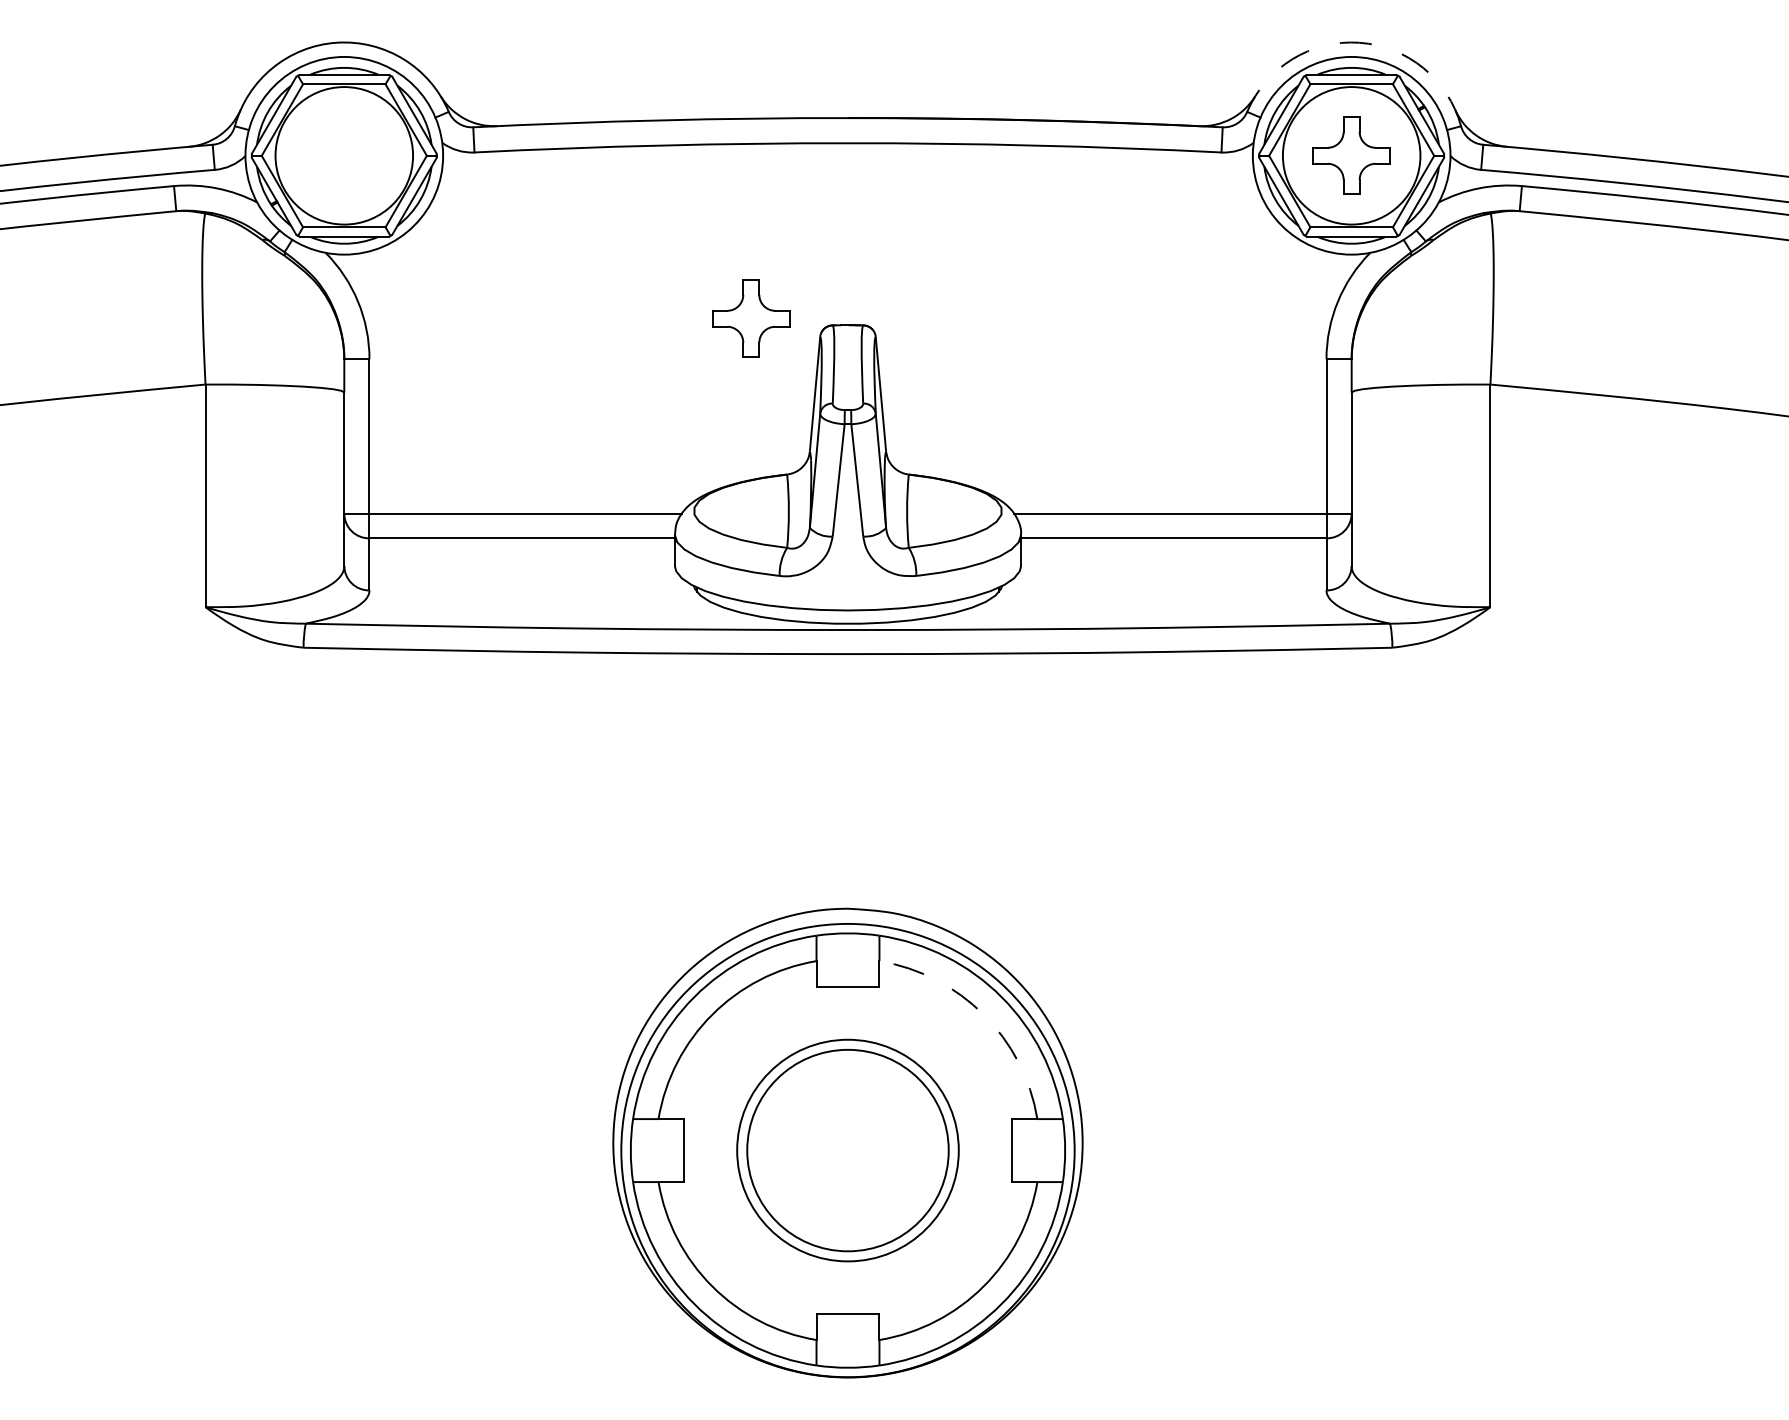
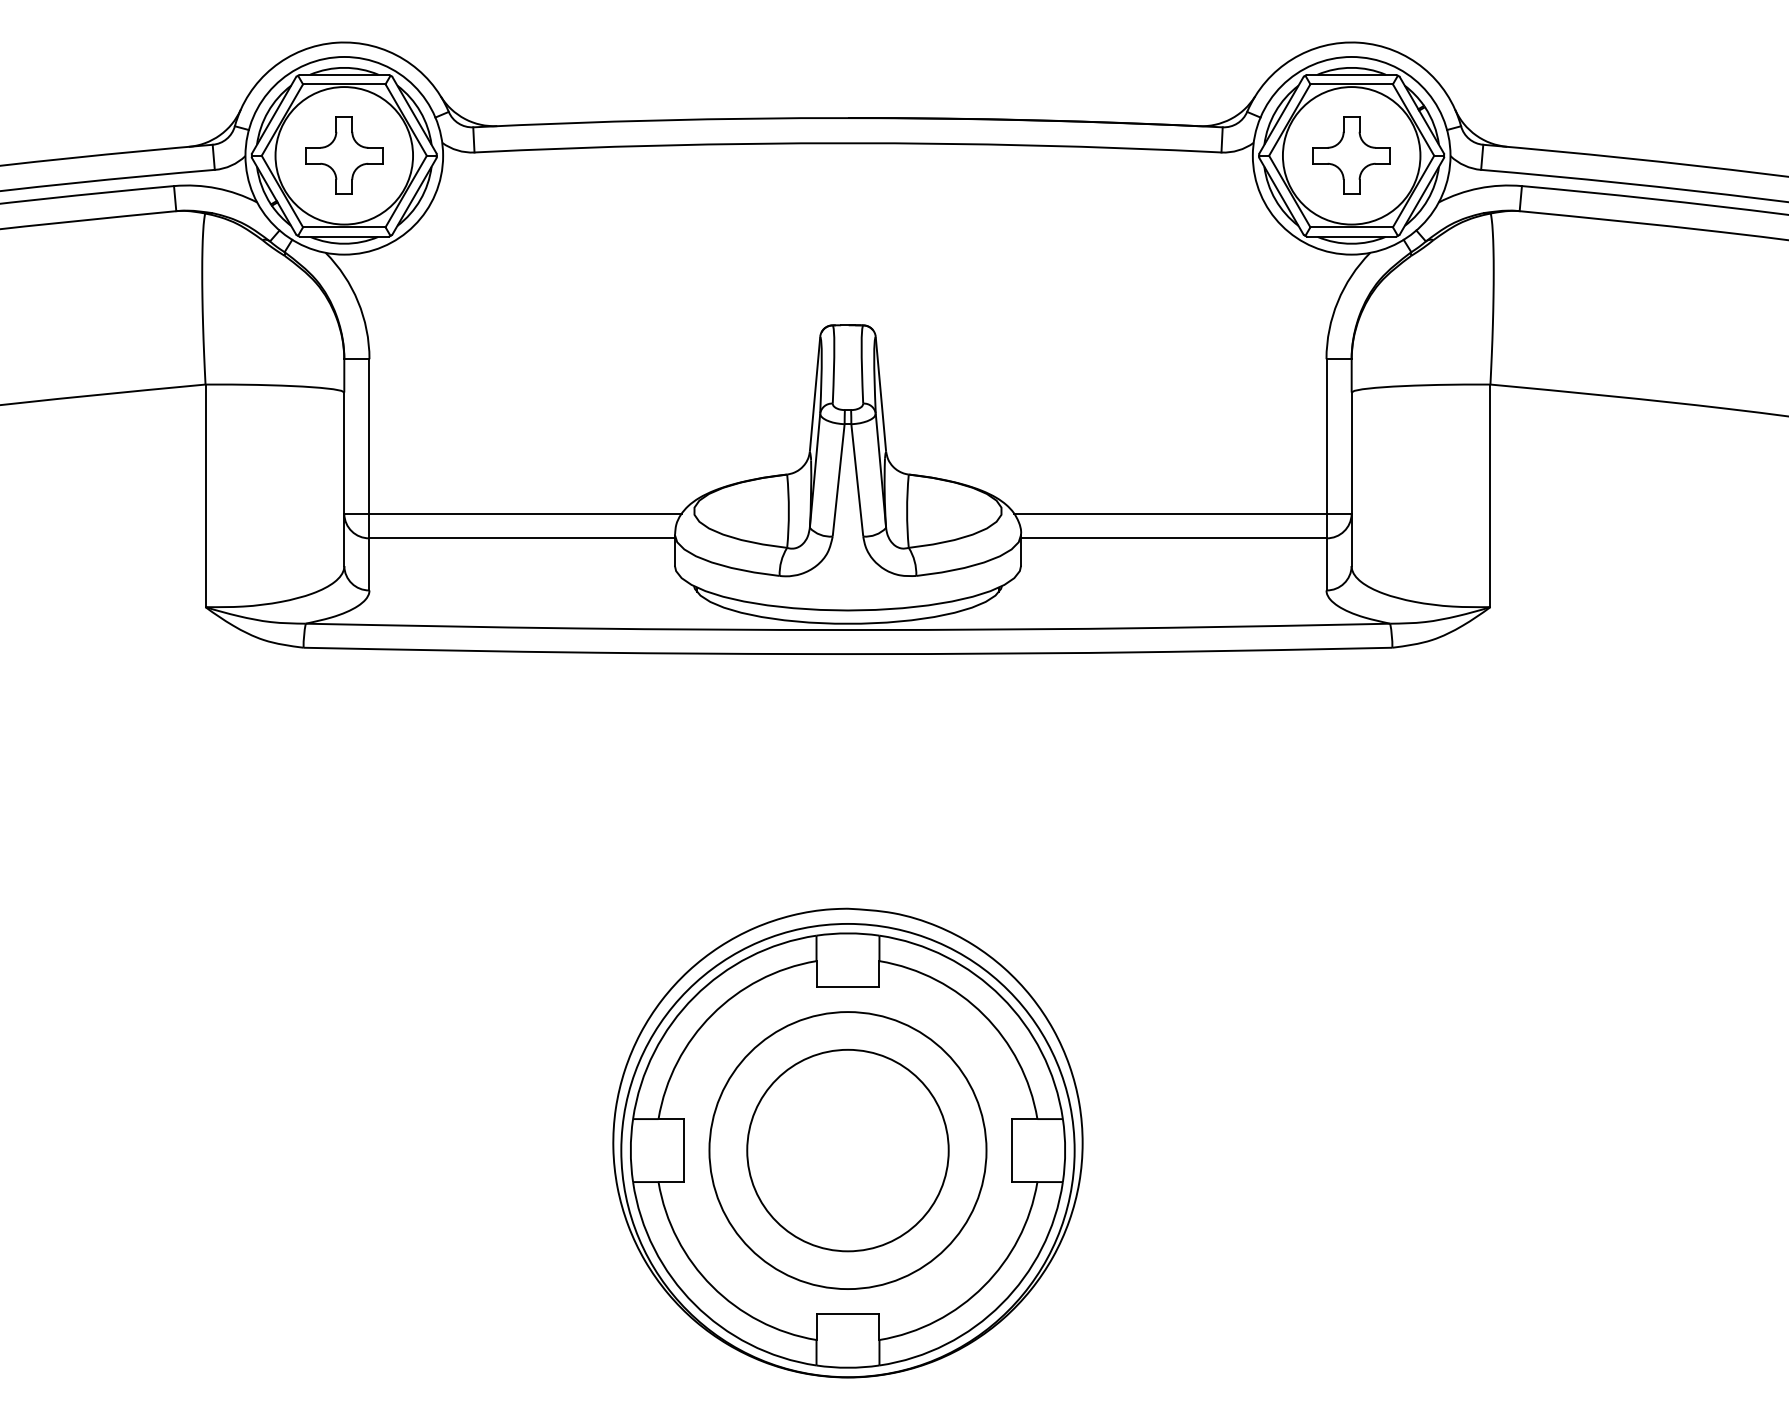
arc at (1359, 42): dashed -> solid
part at (751, 318) position: (751, 318) -> (344, 155)
arc at (983, 1014): dashed -> solid
circle at (847, 1150) diameter: 222 px -> 277 px
